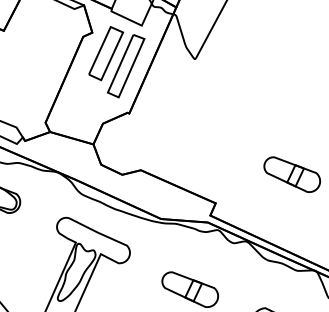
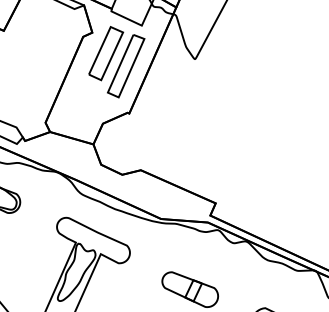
part at (291, 174): present -> none
